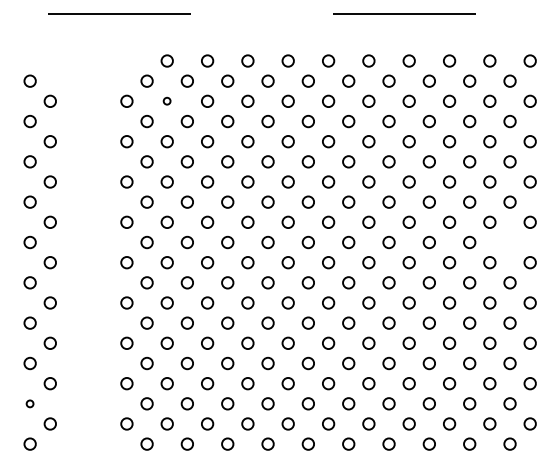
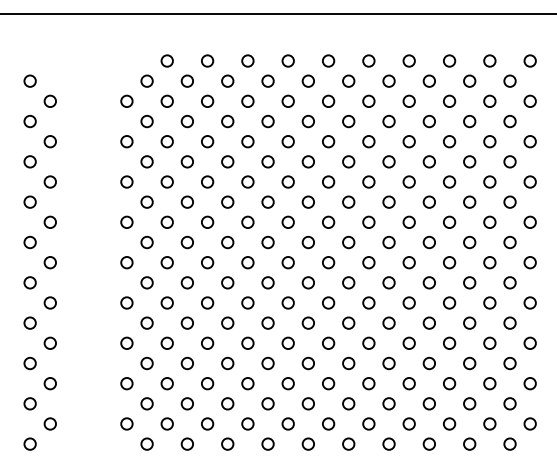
line at (278, 14): dashed -> solid
circle at (166, 100) size: 10x10 px -> 14x14 px
circle at (509, 242): none -> present
circle at (29, 403) size: 10x10 px -> 14x14 px
